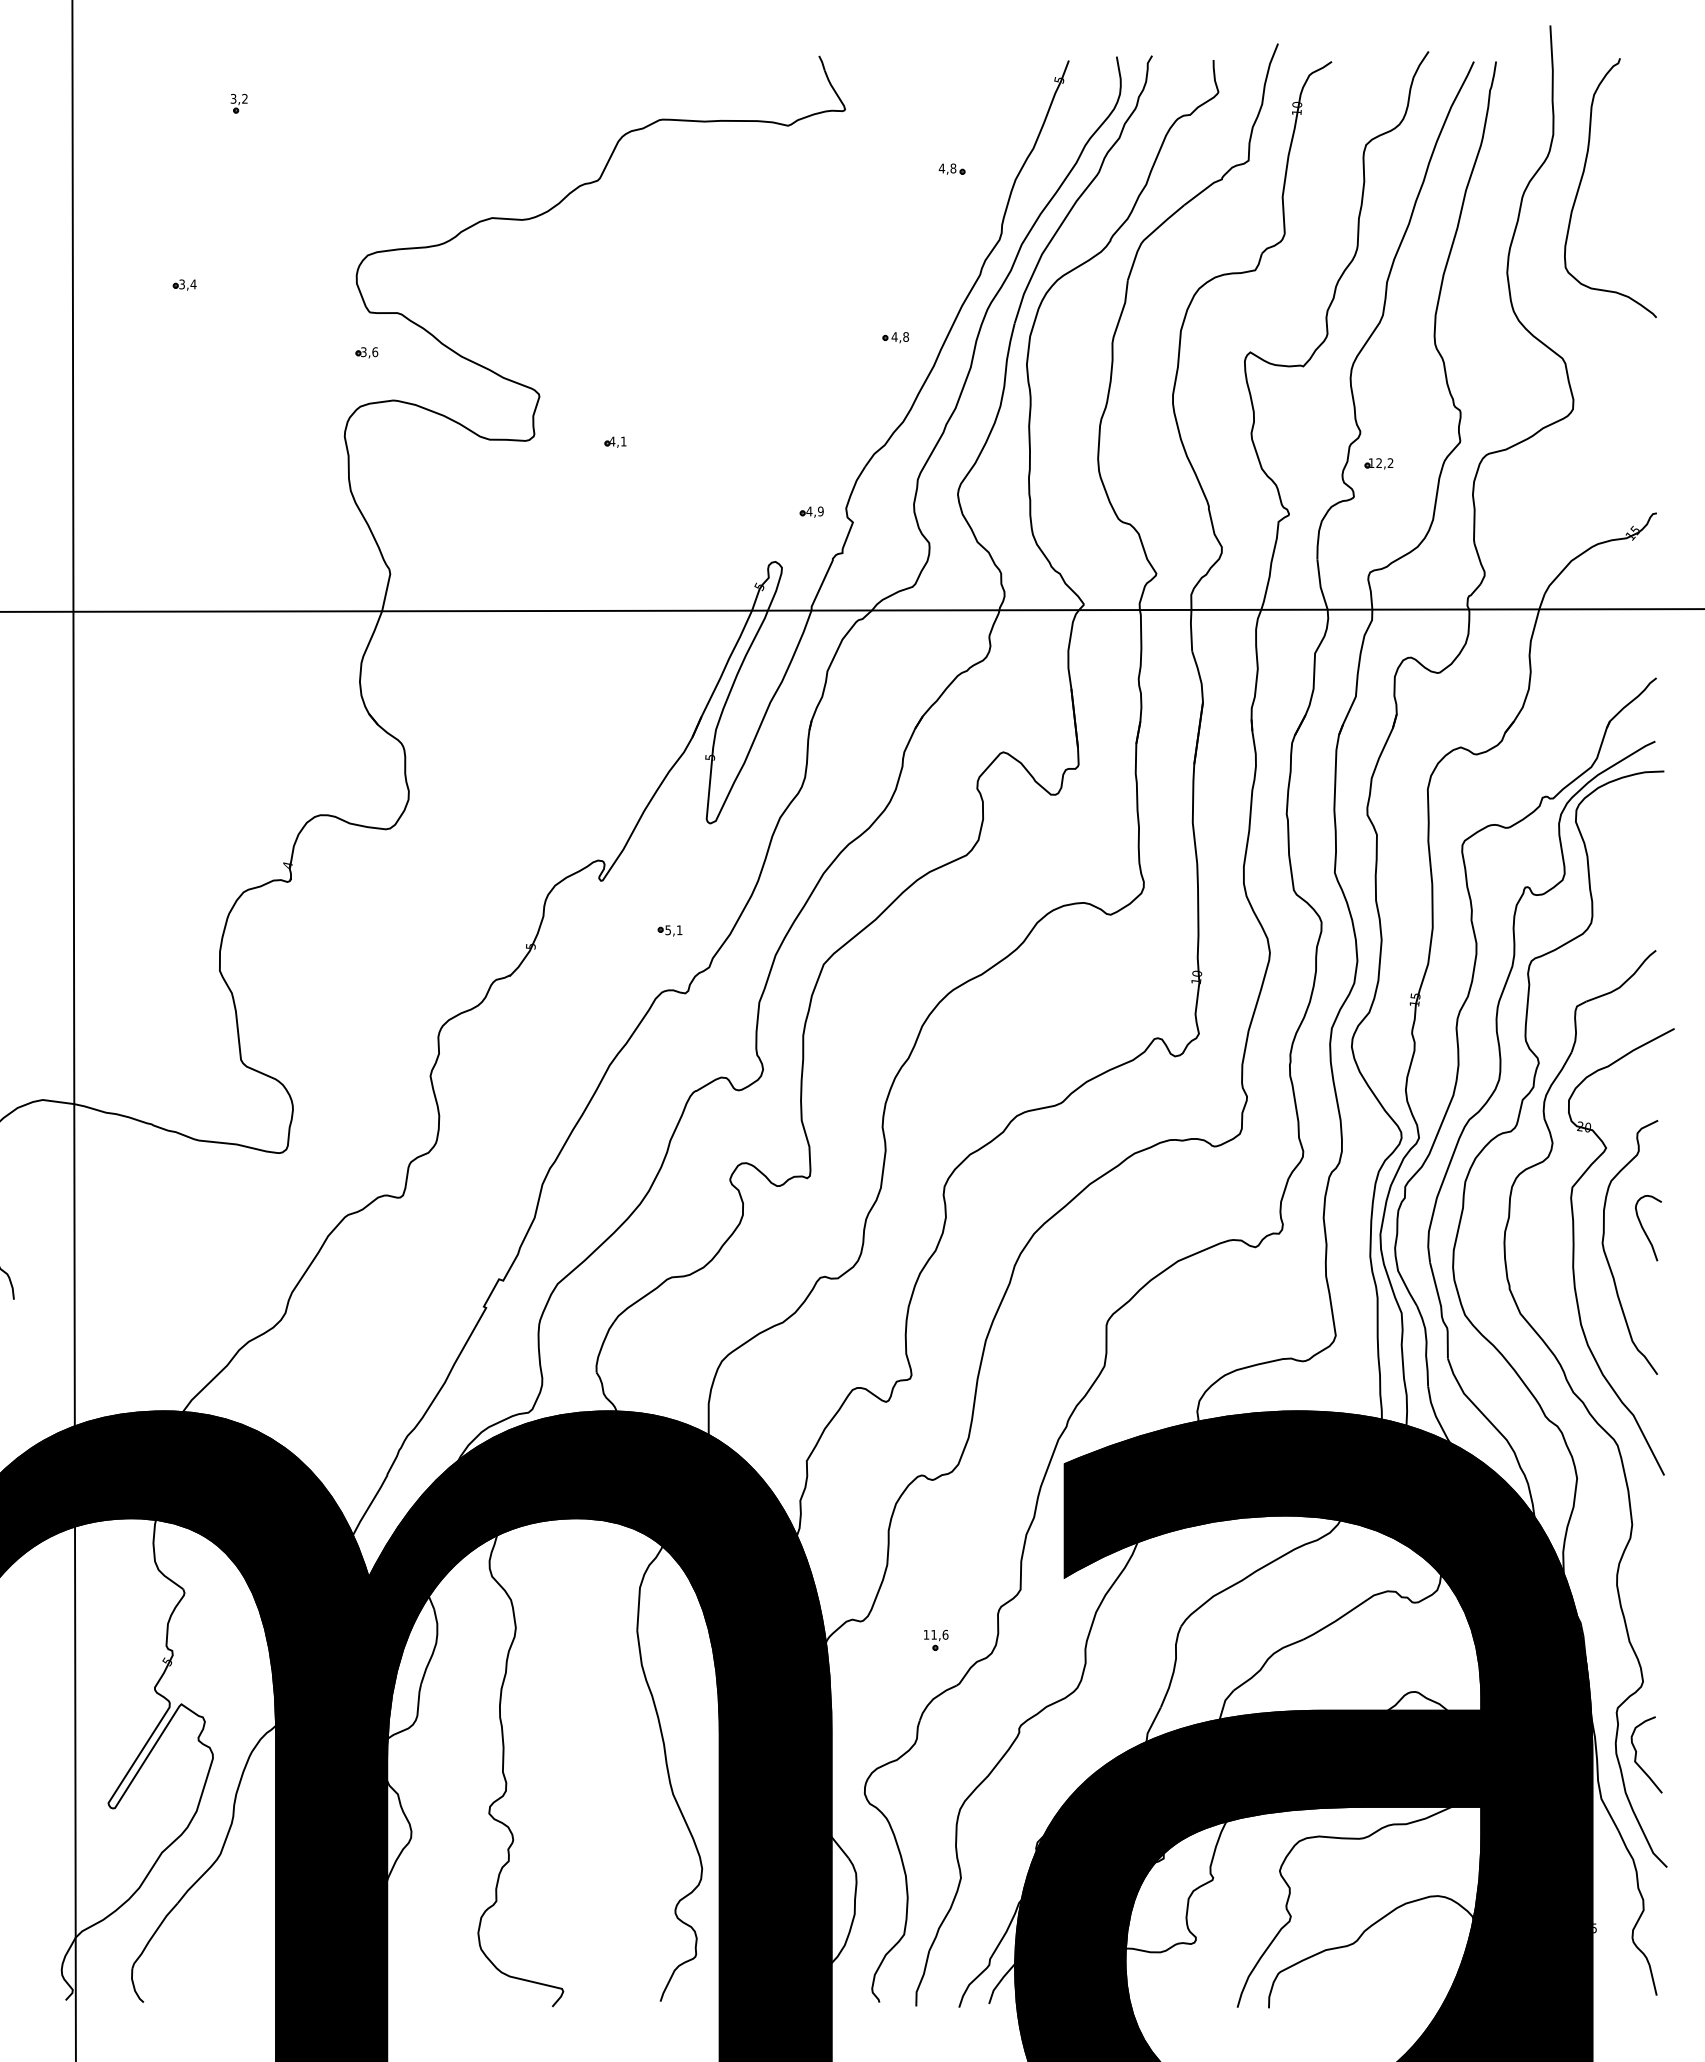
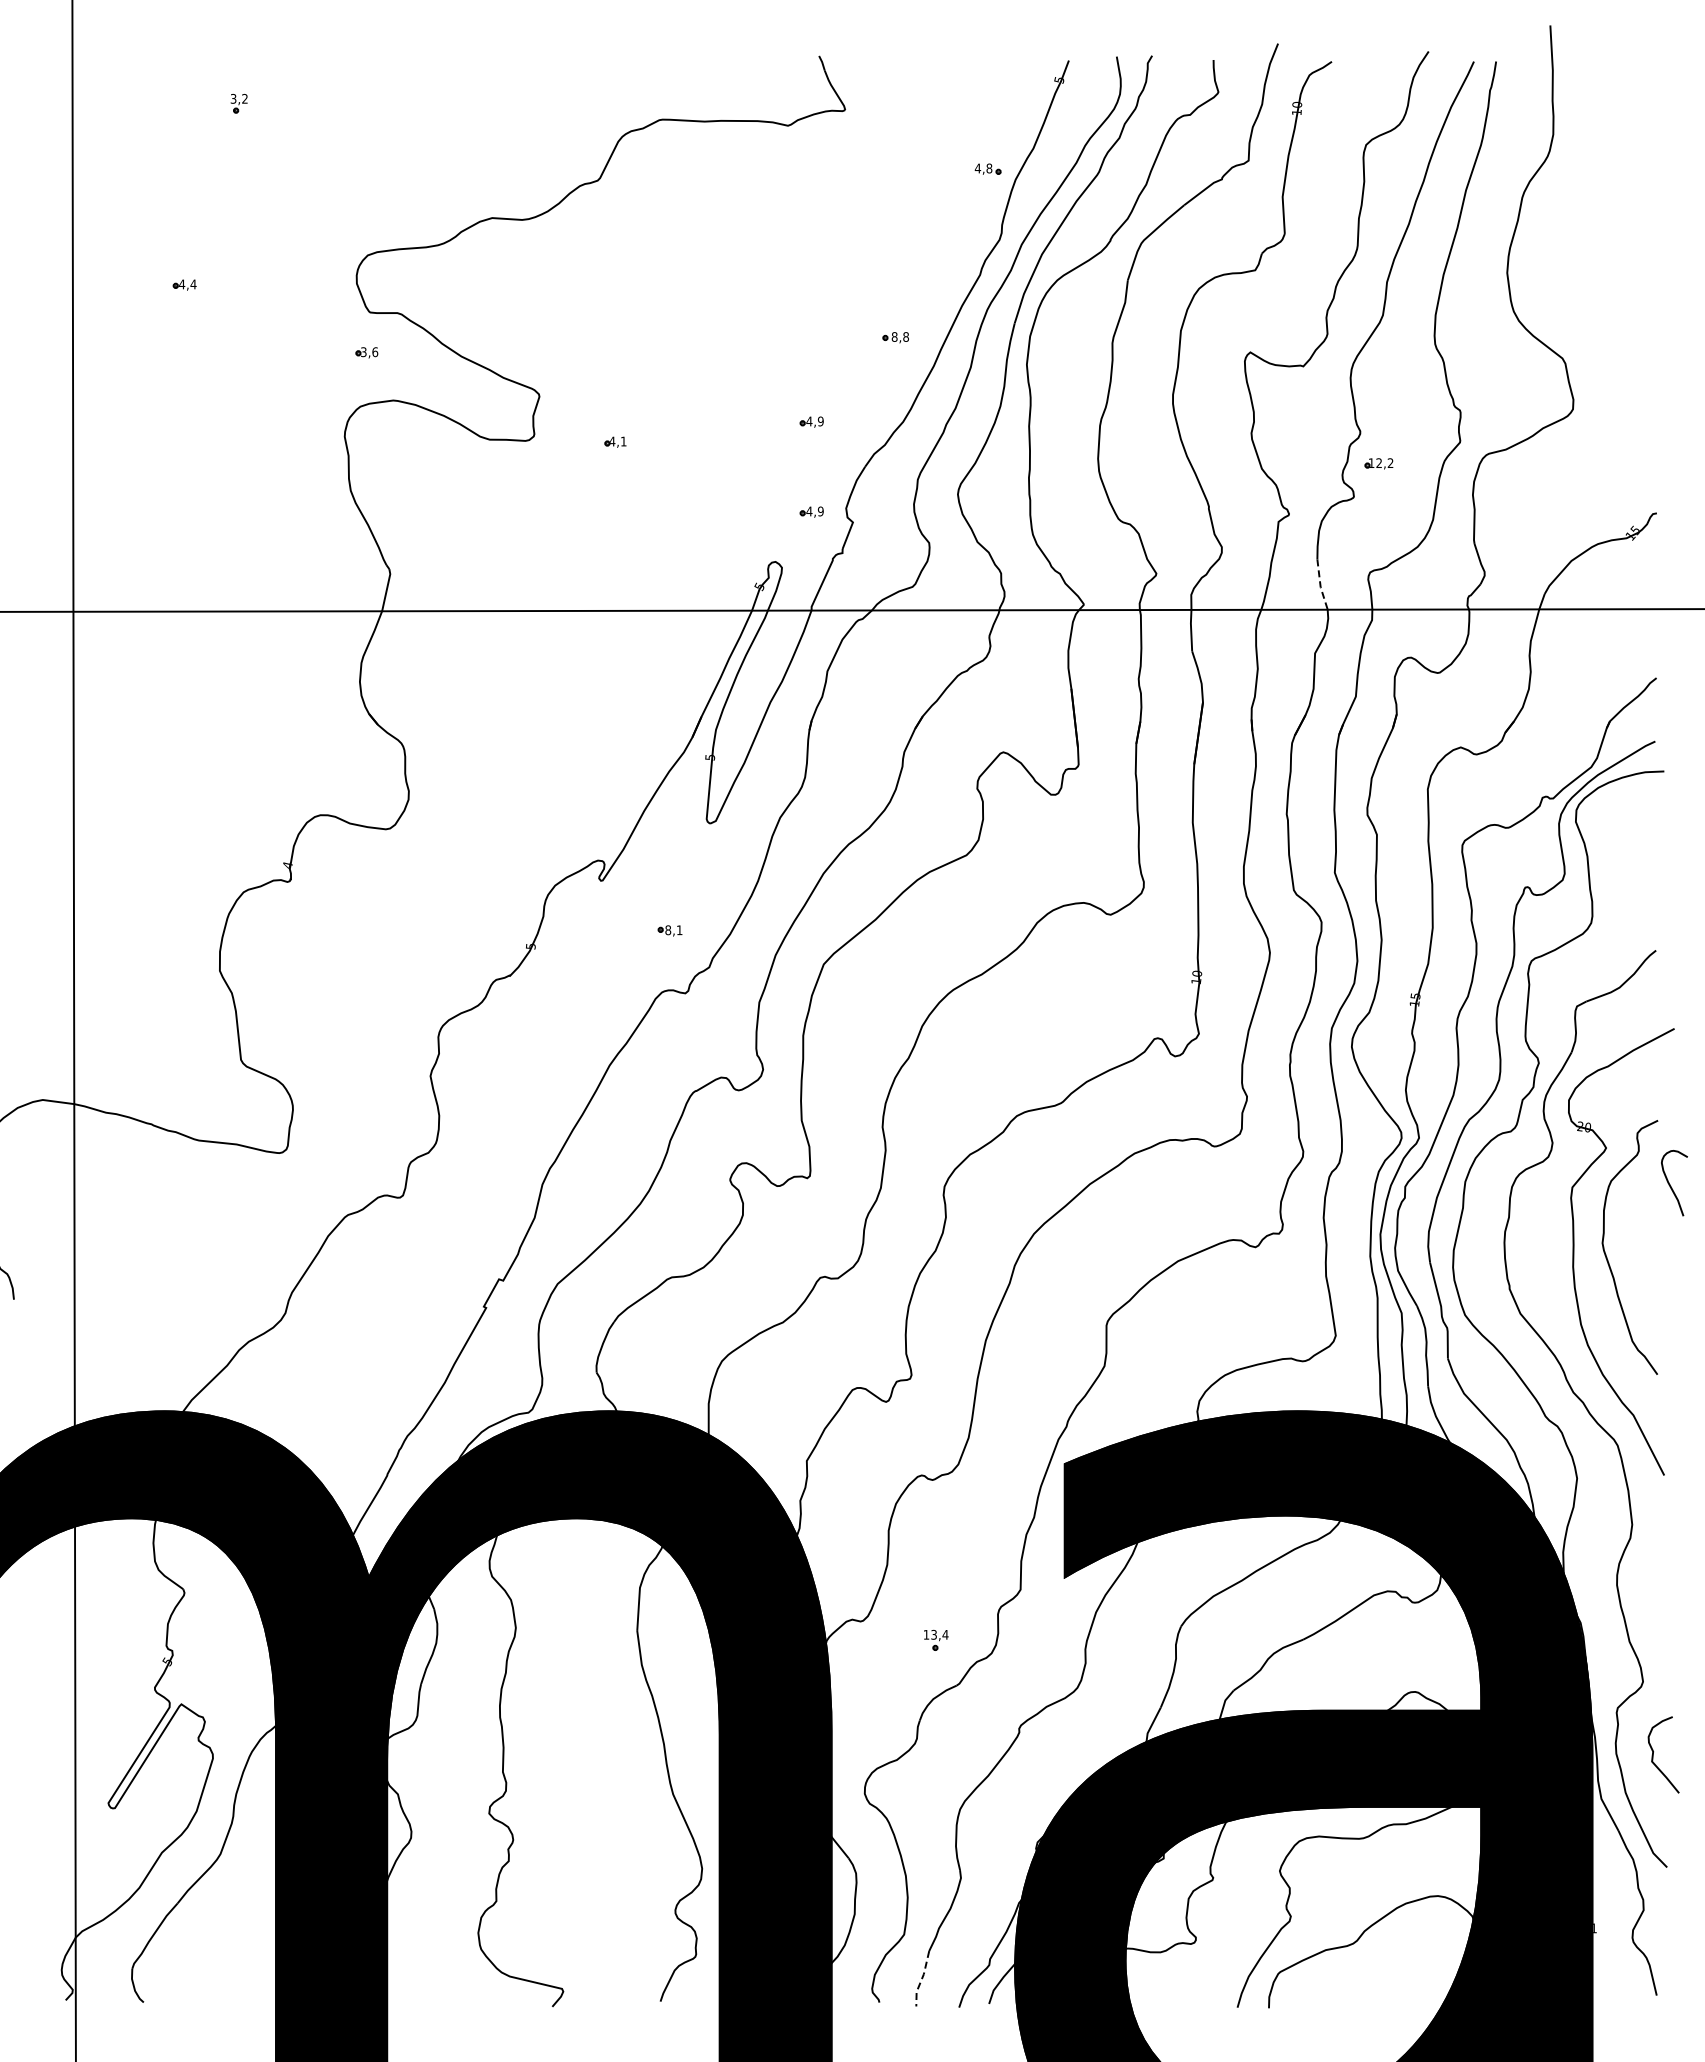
part at (951, 168) position: (951, 168) -> (987, 168)
curve at (1582, 179): present -> none
text at (182, 284): 3,4 -> 4,4
text at (894, 336): 4,8 -> 8,8
part at (811, 421): none -> present
line at (1320, 585): solid -> dashed
text at (668, 930): 5,1 -> 8,1
curve at (1644, 1229) position: (1644, 1229) -> (1670, 1184)
text at (939, 1634): 11,6 -> 13,4
curve at (1636, 1754) position: (1636, 1754) -> (1653, 1754)
text at (1594, 1928): 17,5 -> 16,1
line at (921, 1979): solid -> dashed
